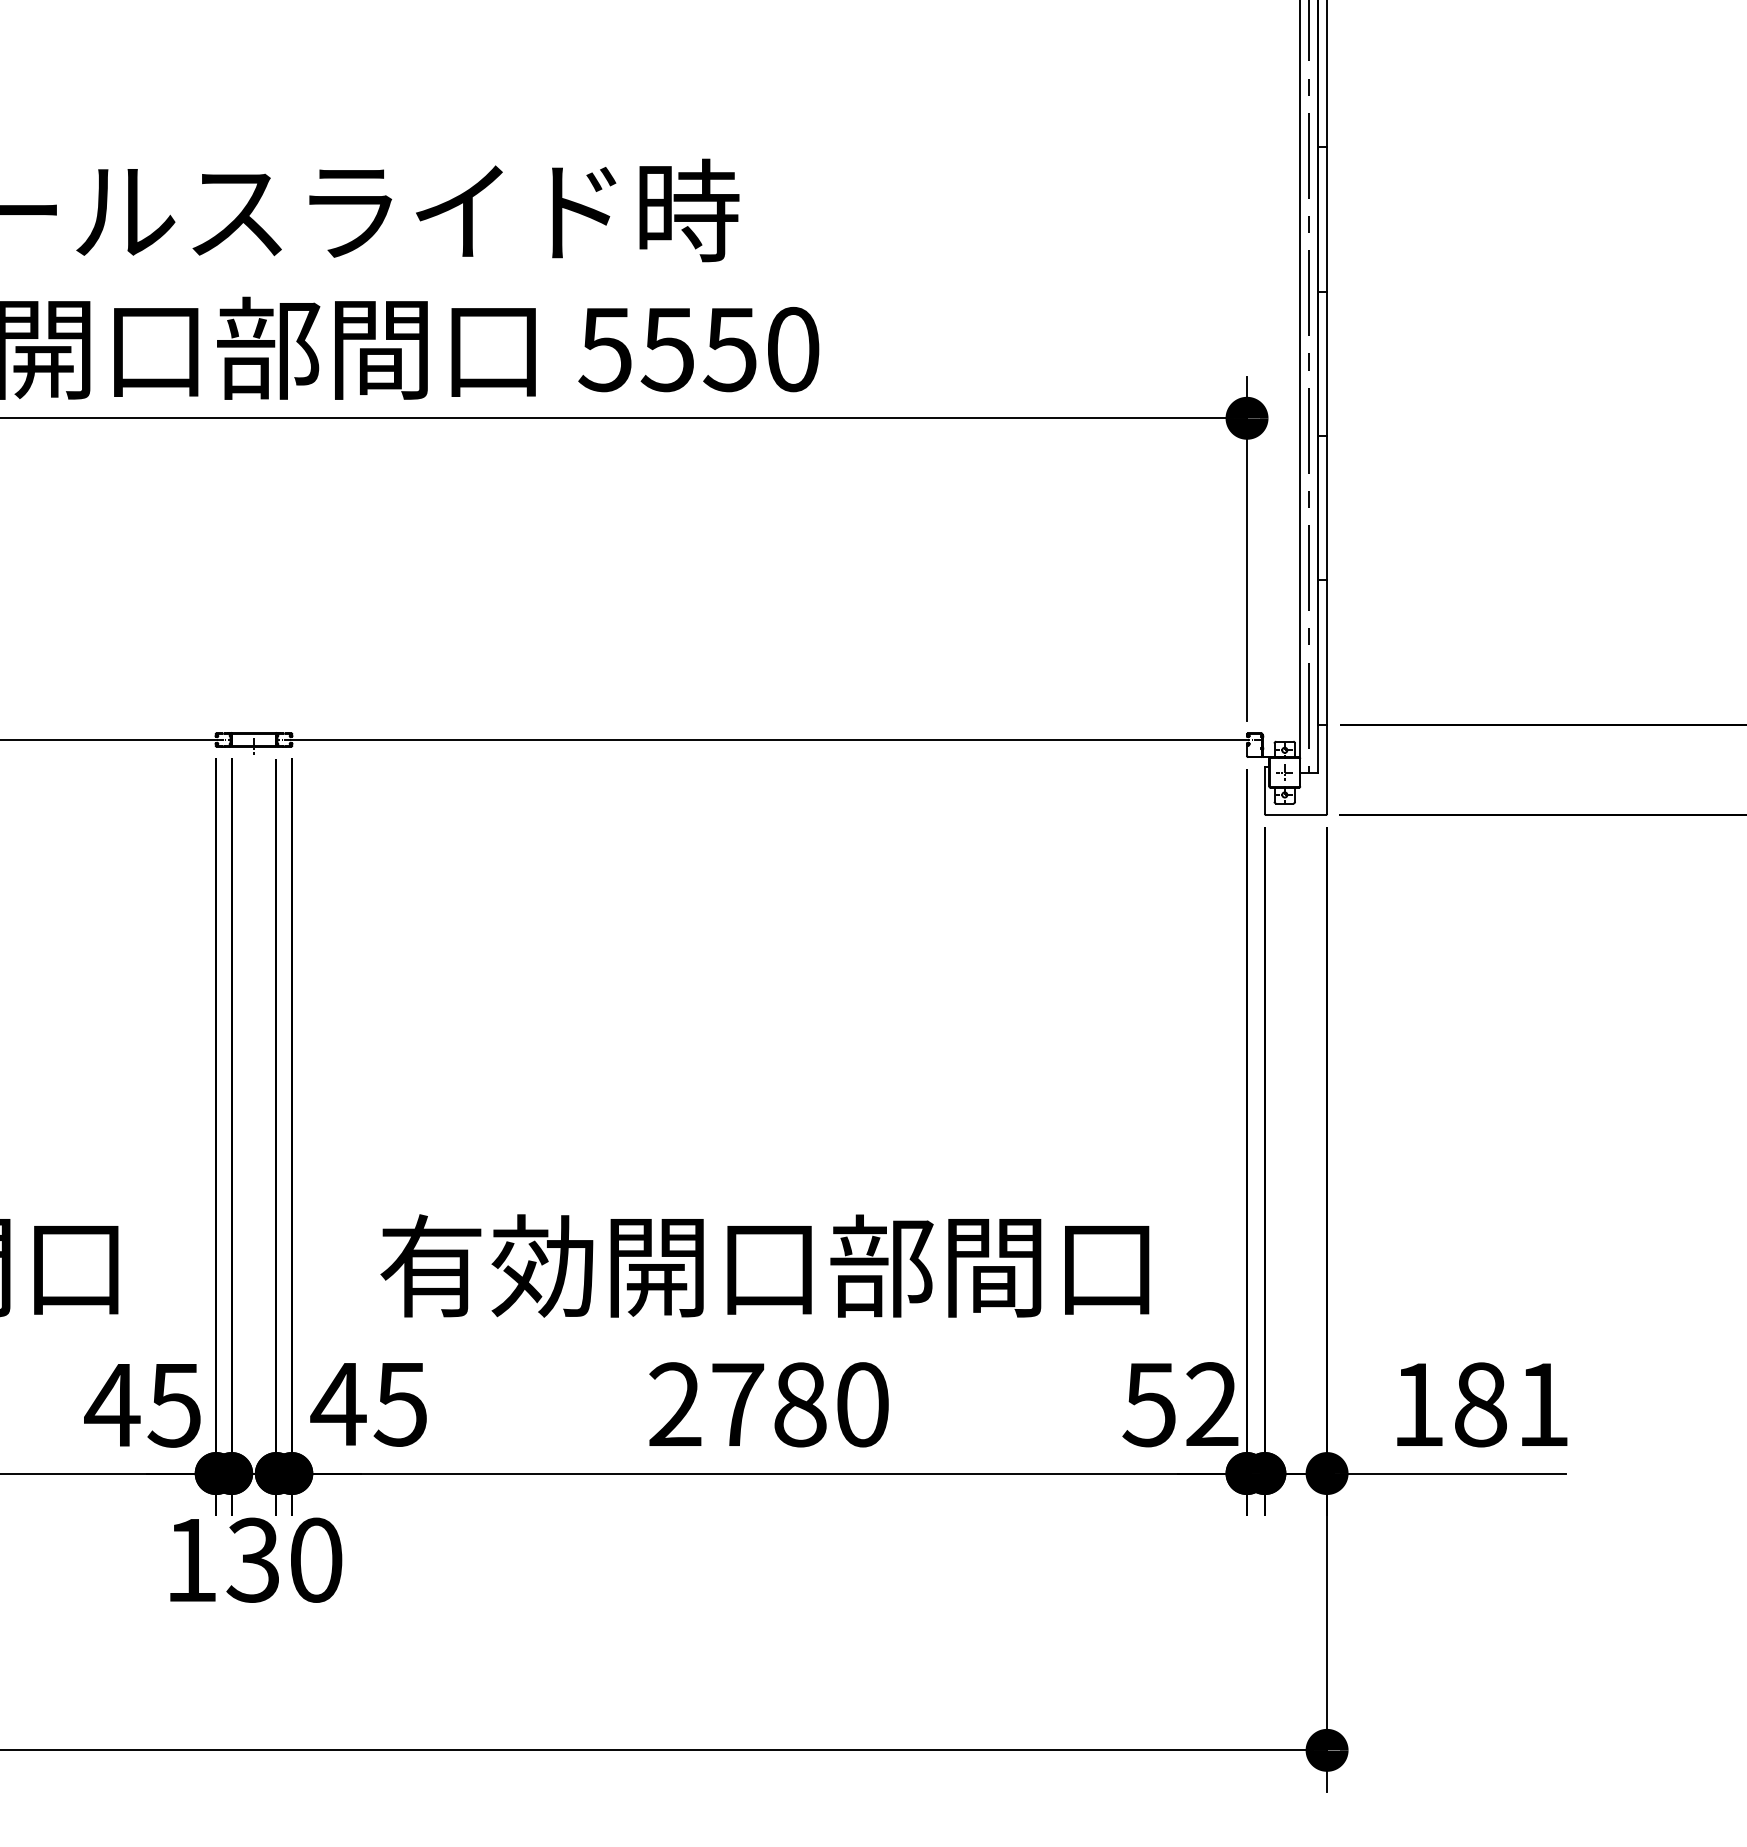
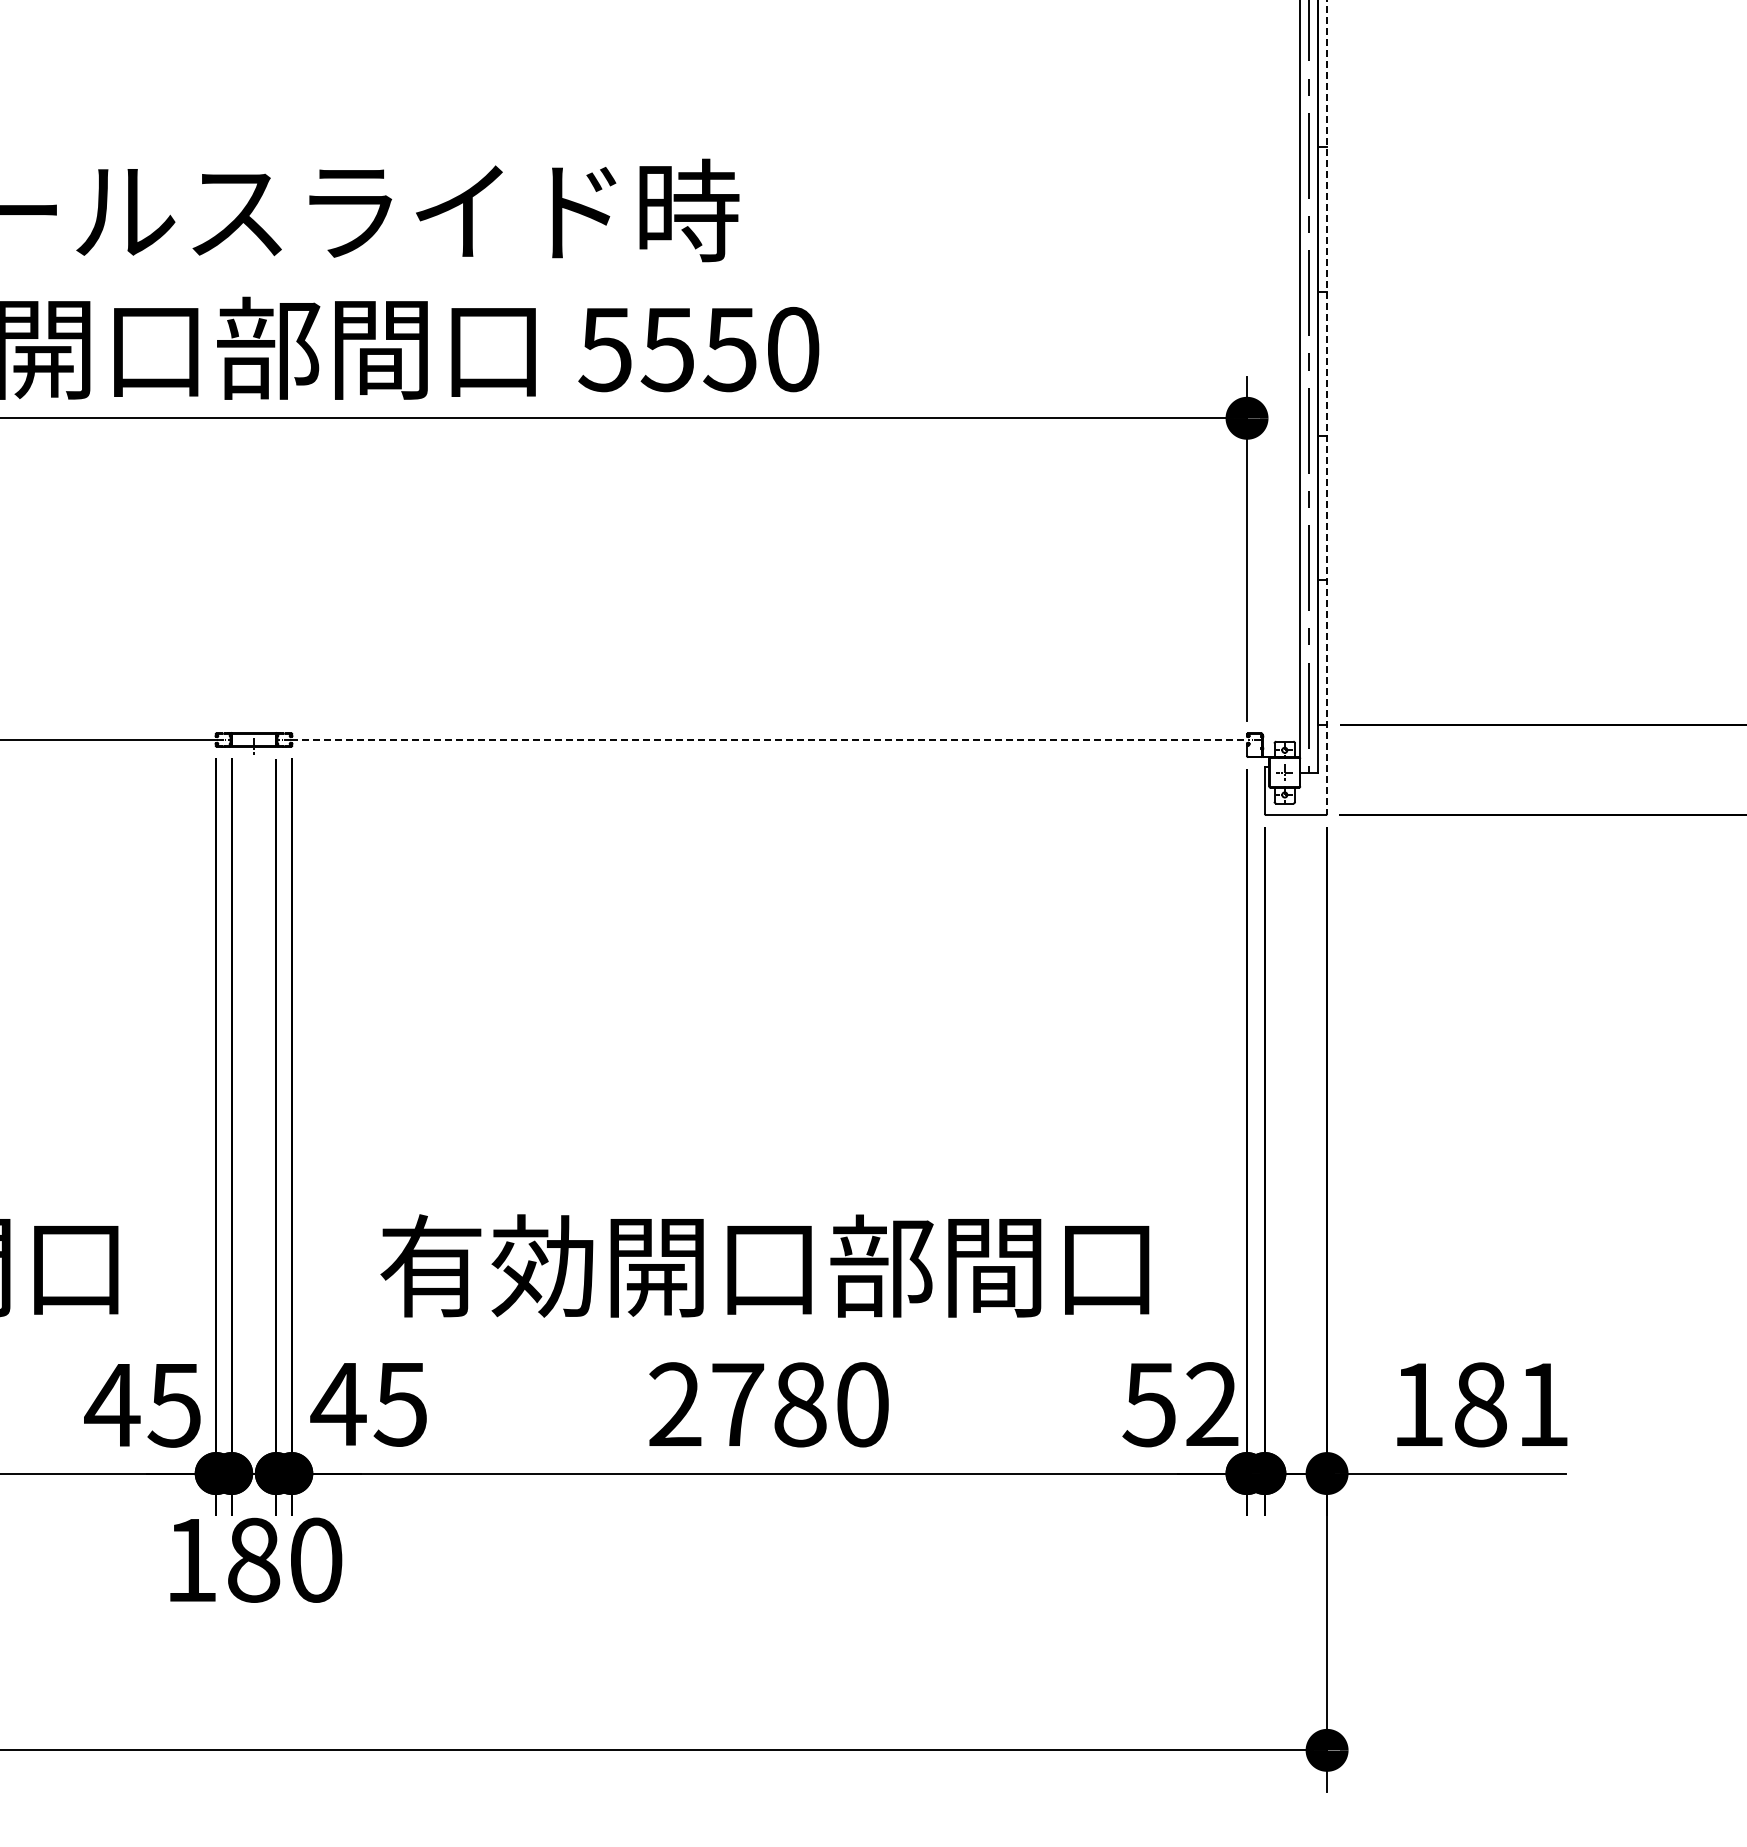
line at (1327, 406): solid -> dashed
line at (769, 739): solid -> dashed
text at (253, 1559): 130 -> 180
